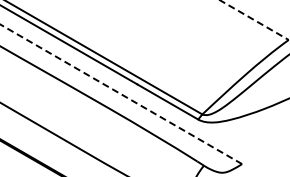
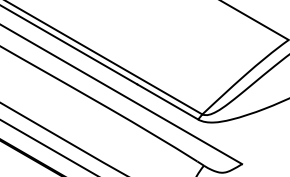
line at (254, 20): dashed -> solid
line at (120, 94): dashed -> solid
line at (47, 147): none -> present
